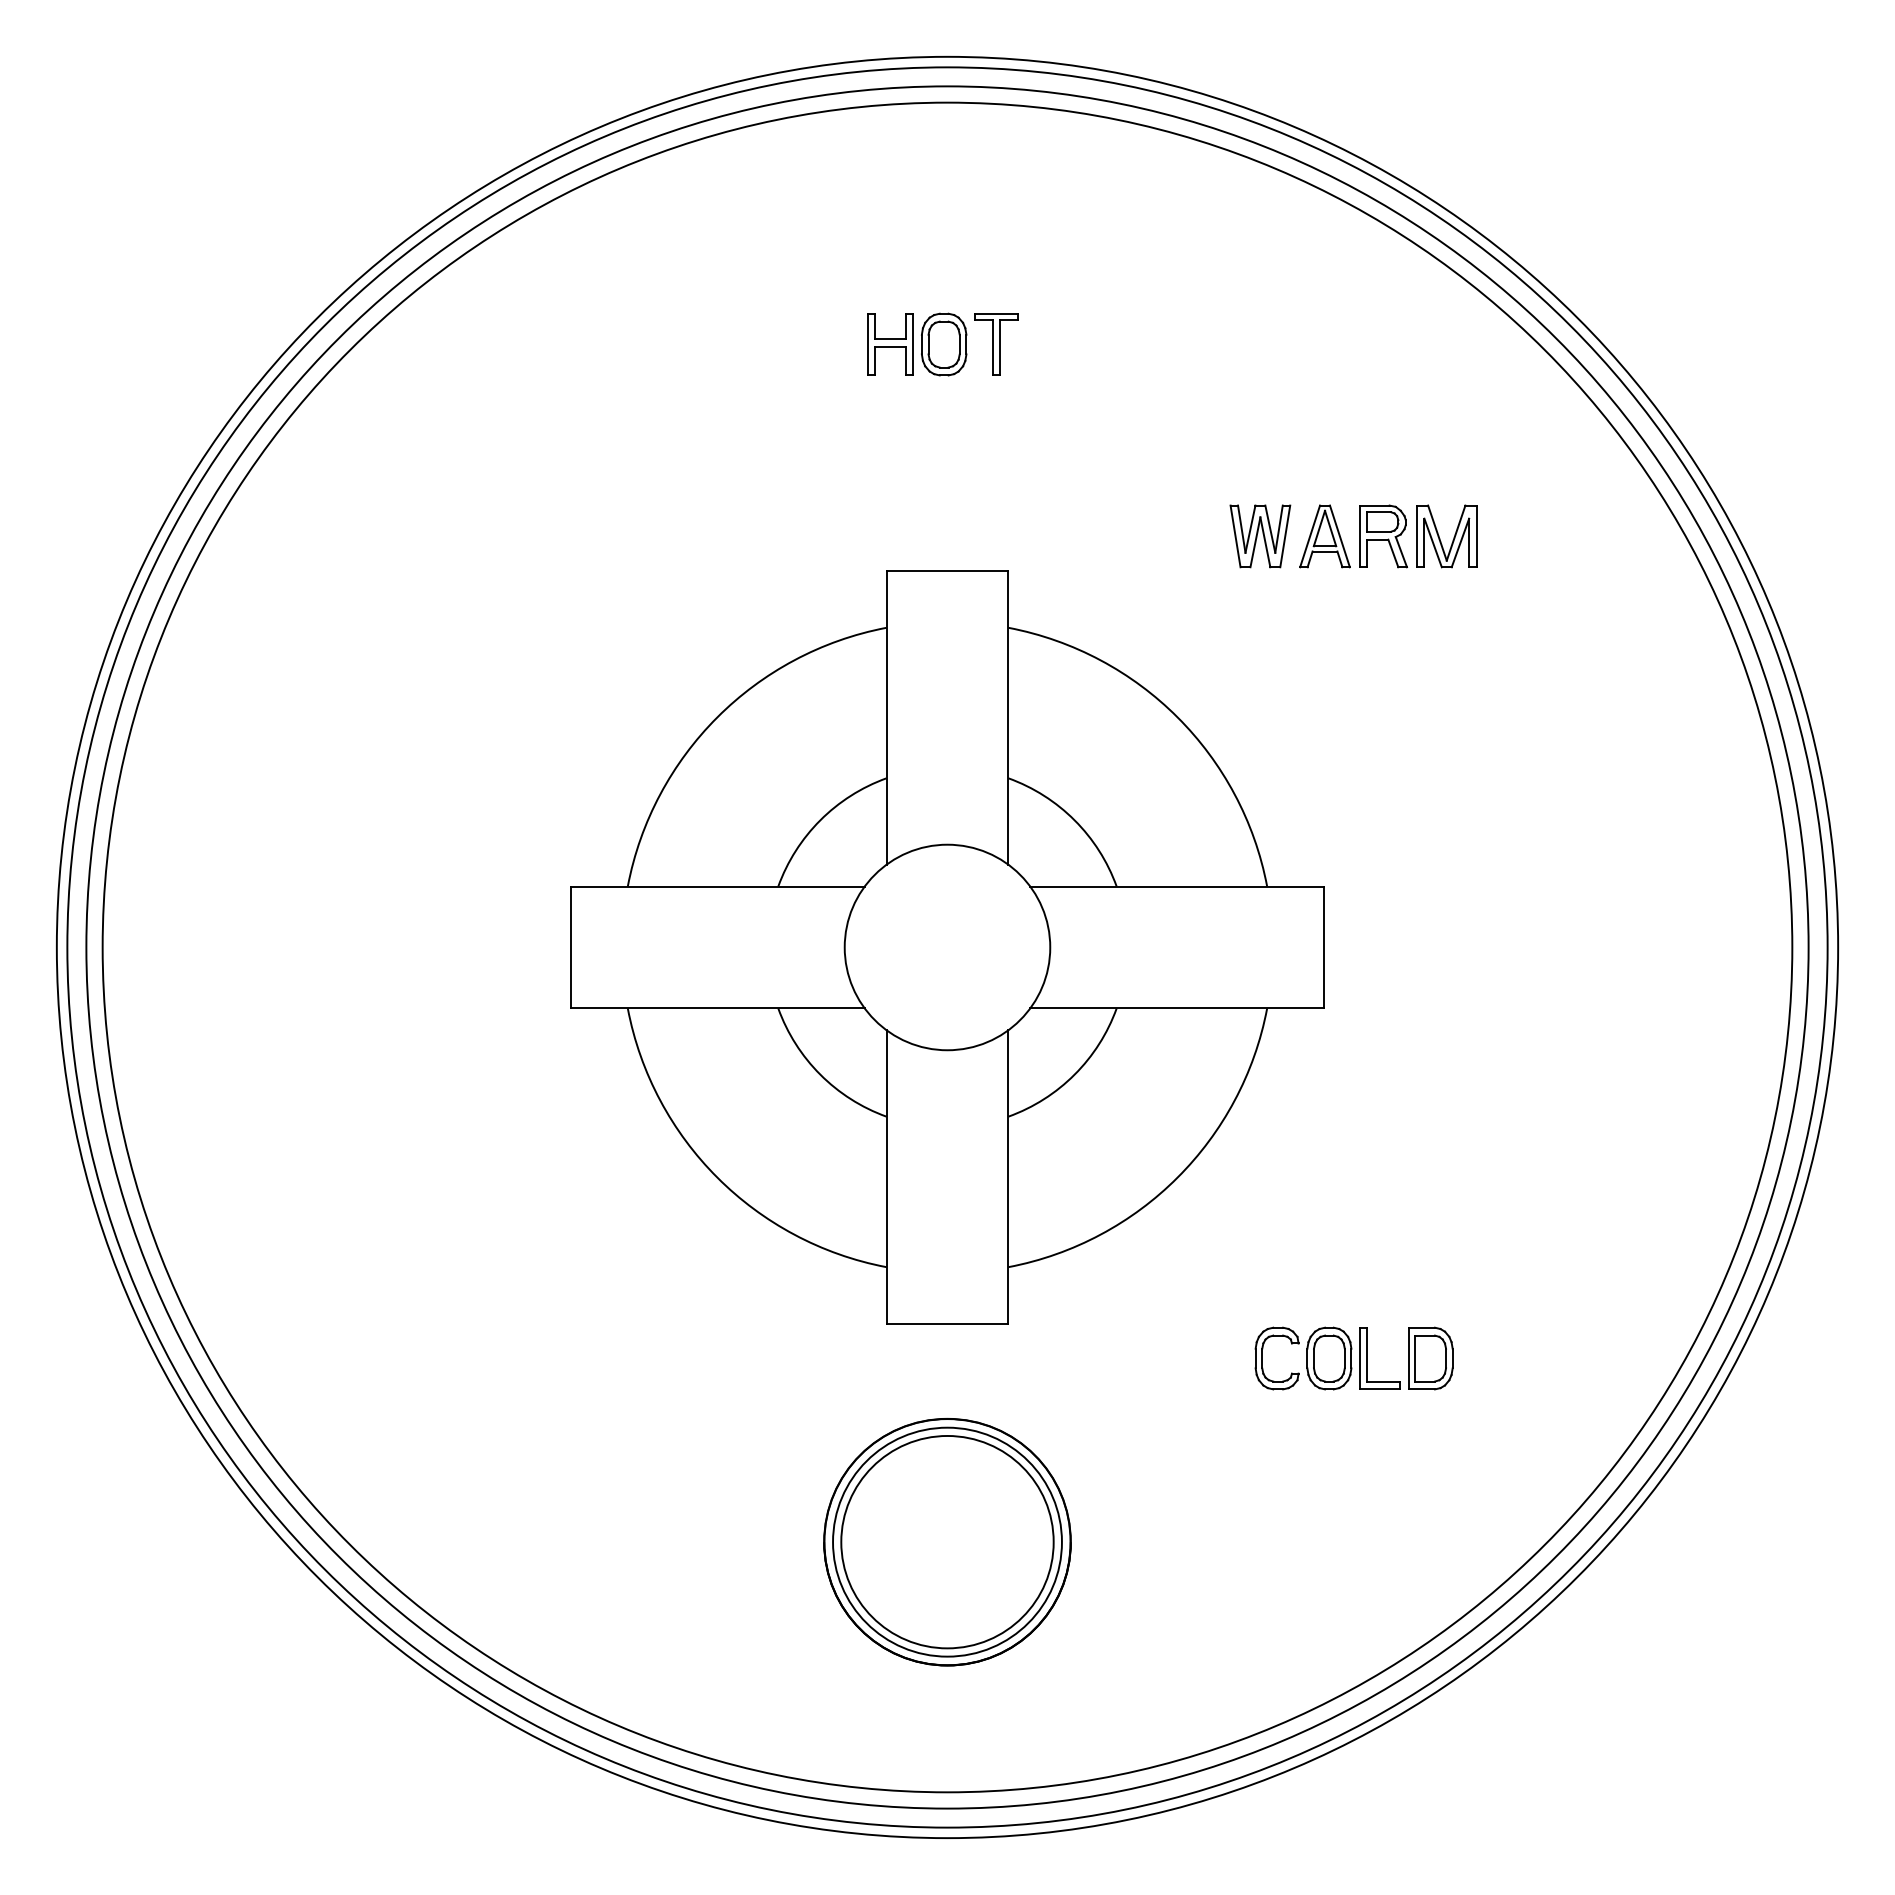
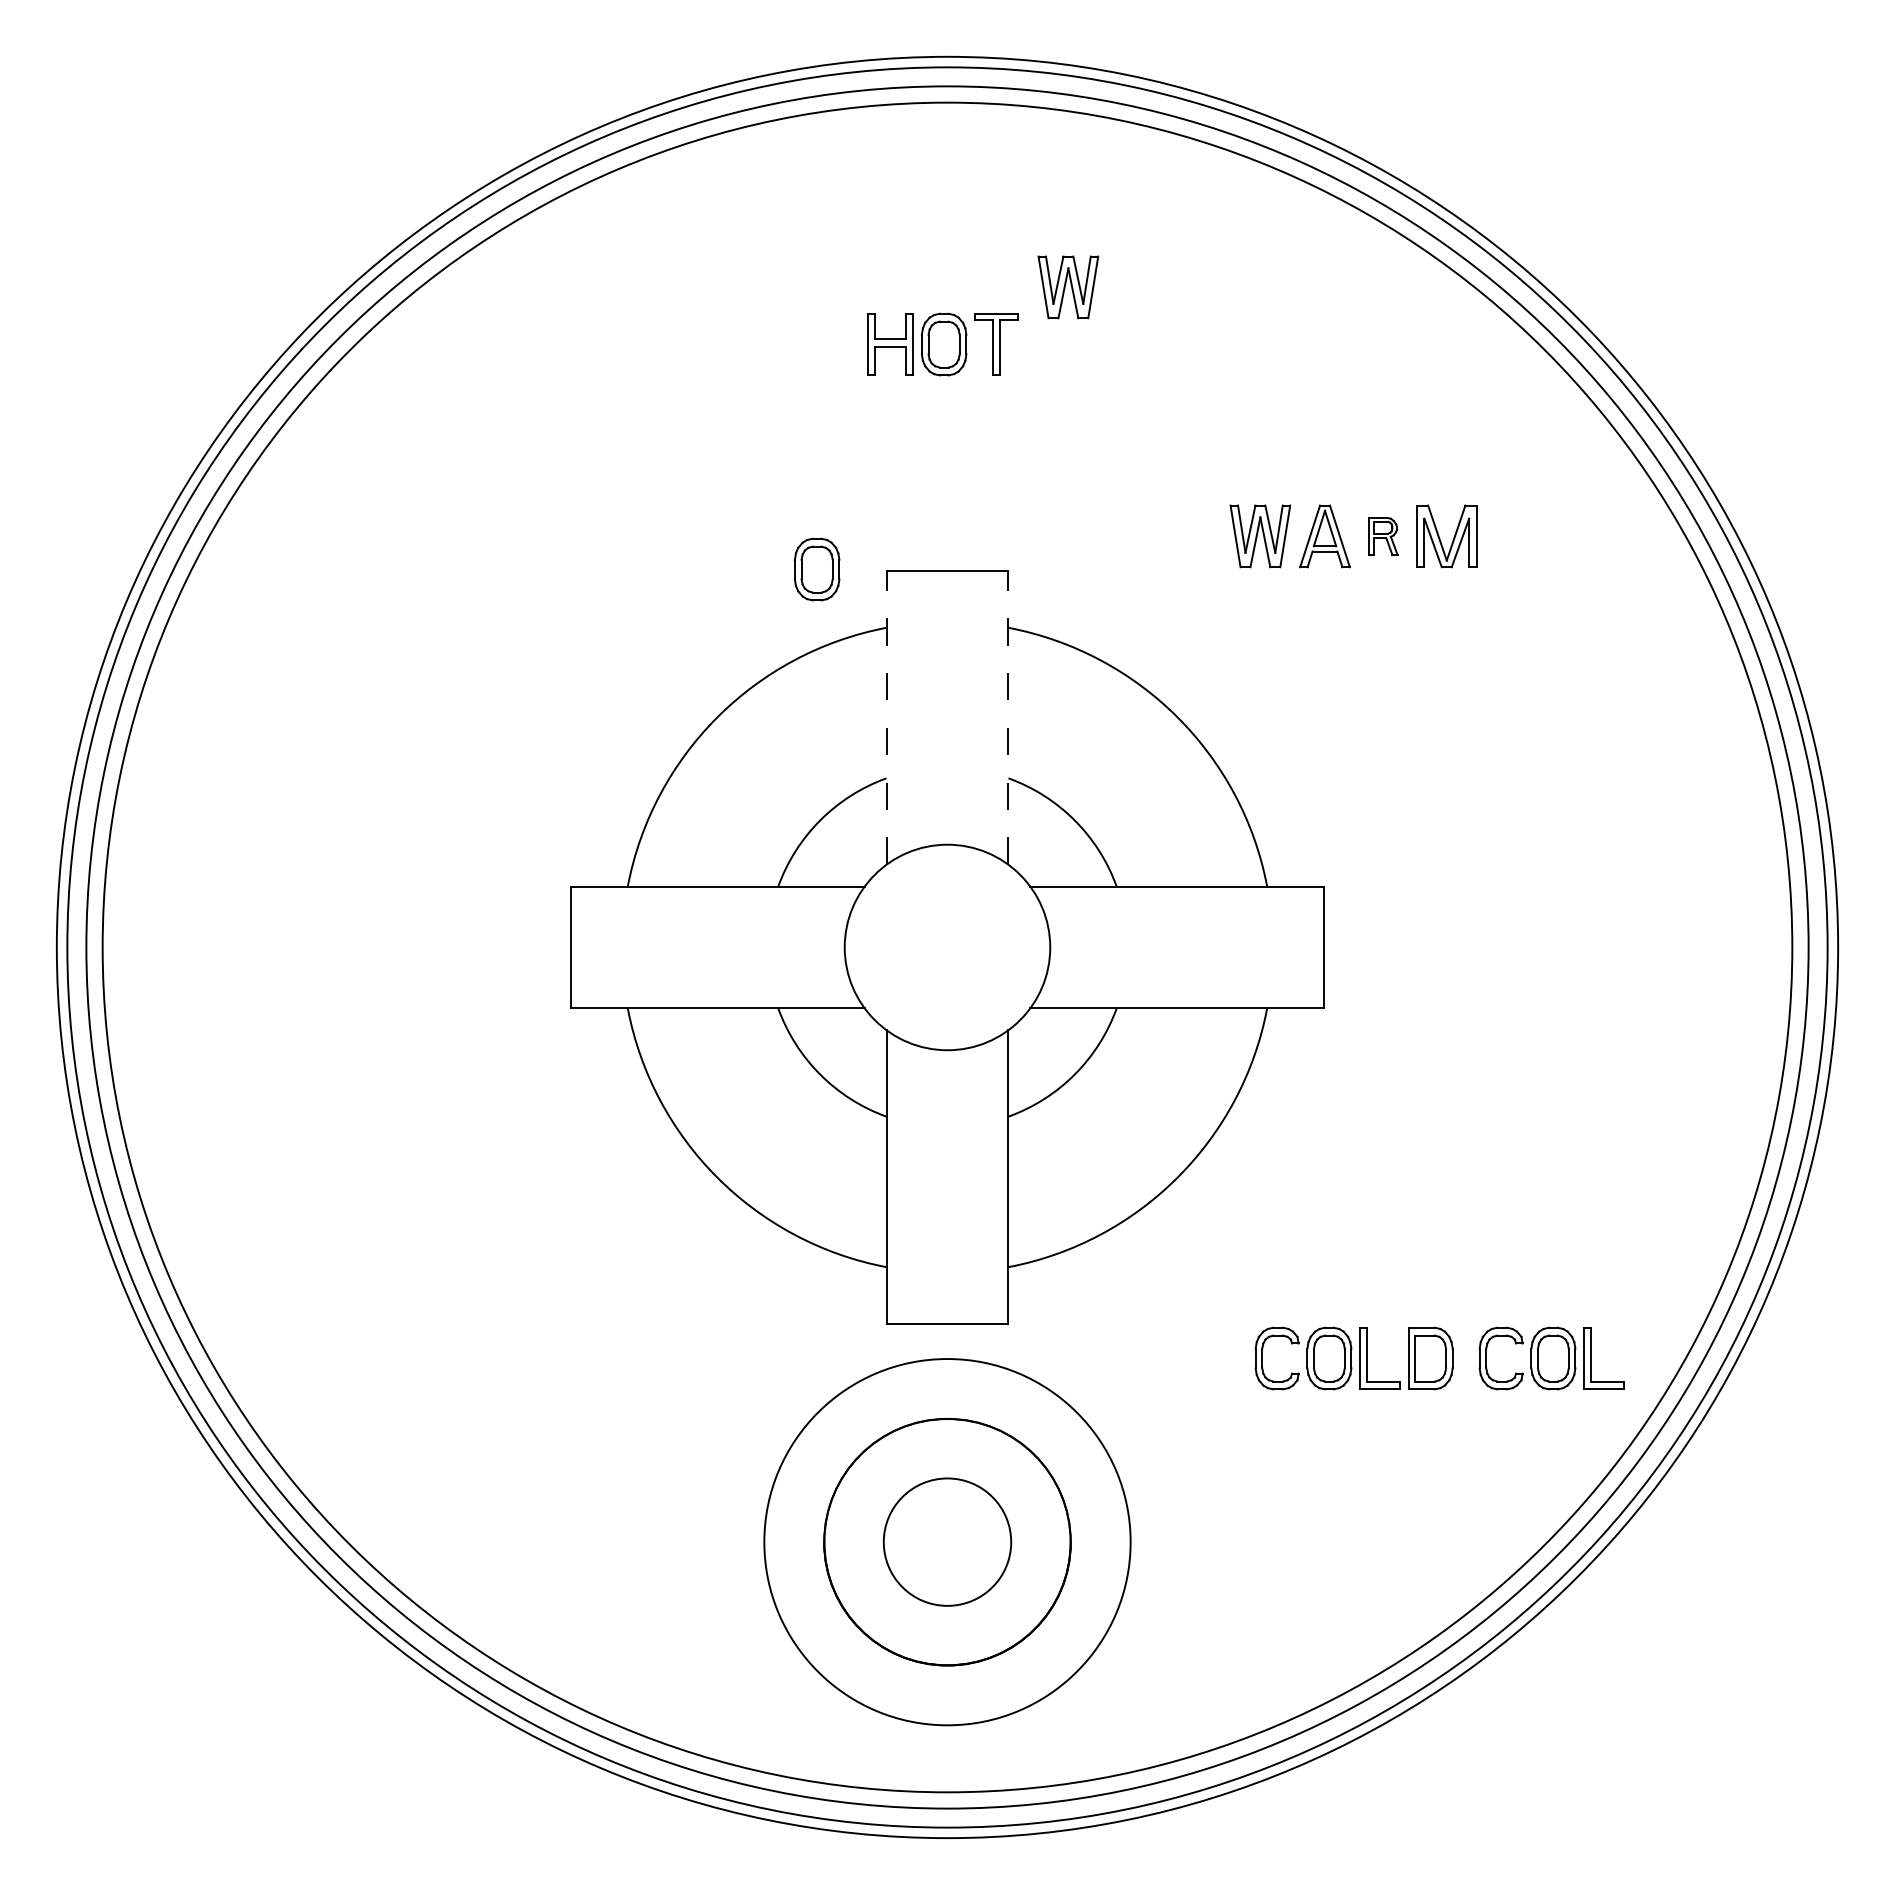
part at (1068, 287): none -> present
part at (1383, 536) size: 49x65 px -> 31x39 px
part at (817, 569): none -> present
line at (886, 717): solid -> dashed
line at (1008, 717): solid -> dashed
part at (1551, 1358): none -> present
circle at (947, 1541) diameter: 212 px -> 127 px
circle at (947, 1541) diameter: 229 px -> 366 px
